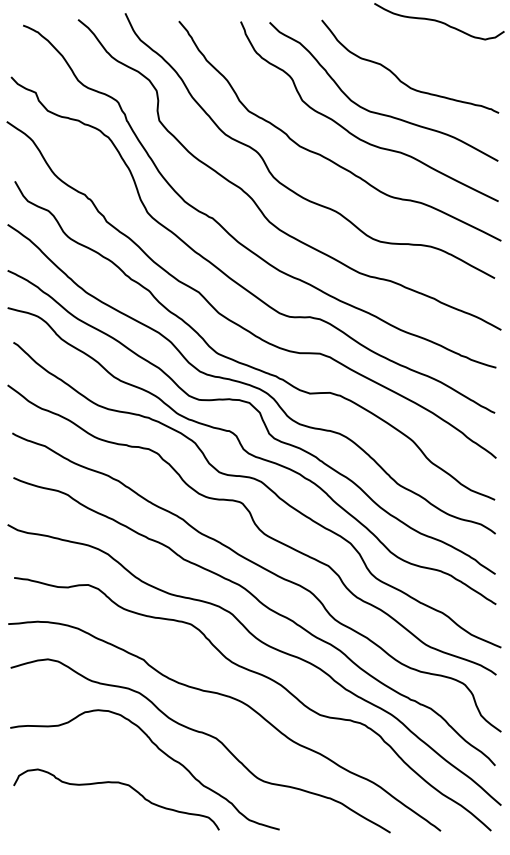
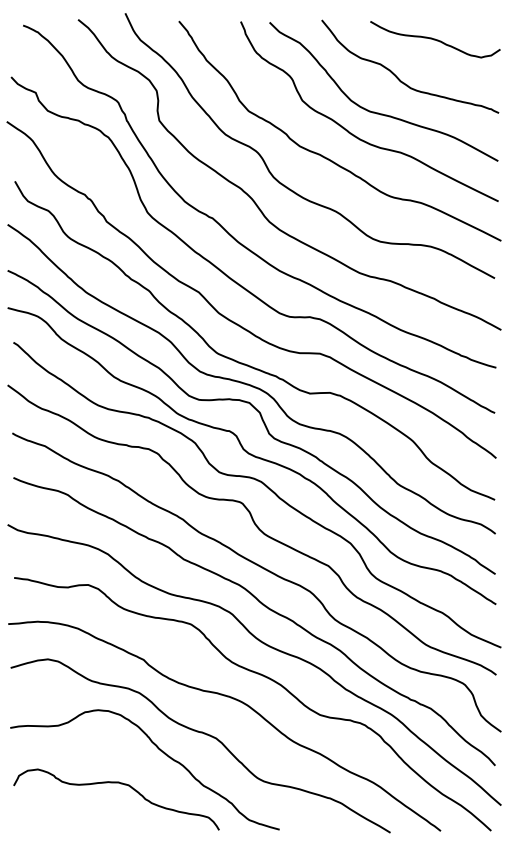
curve at (439, 21) position: (439, 21) -> (435, 39)
